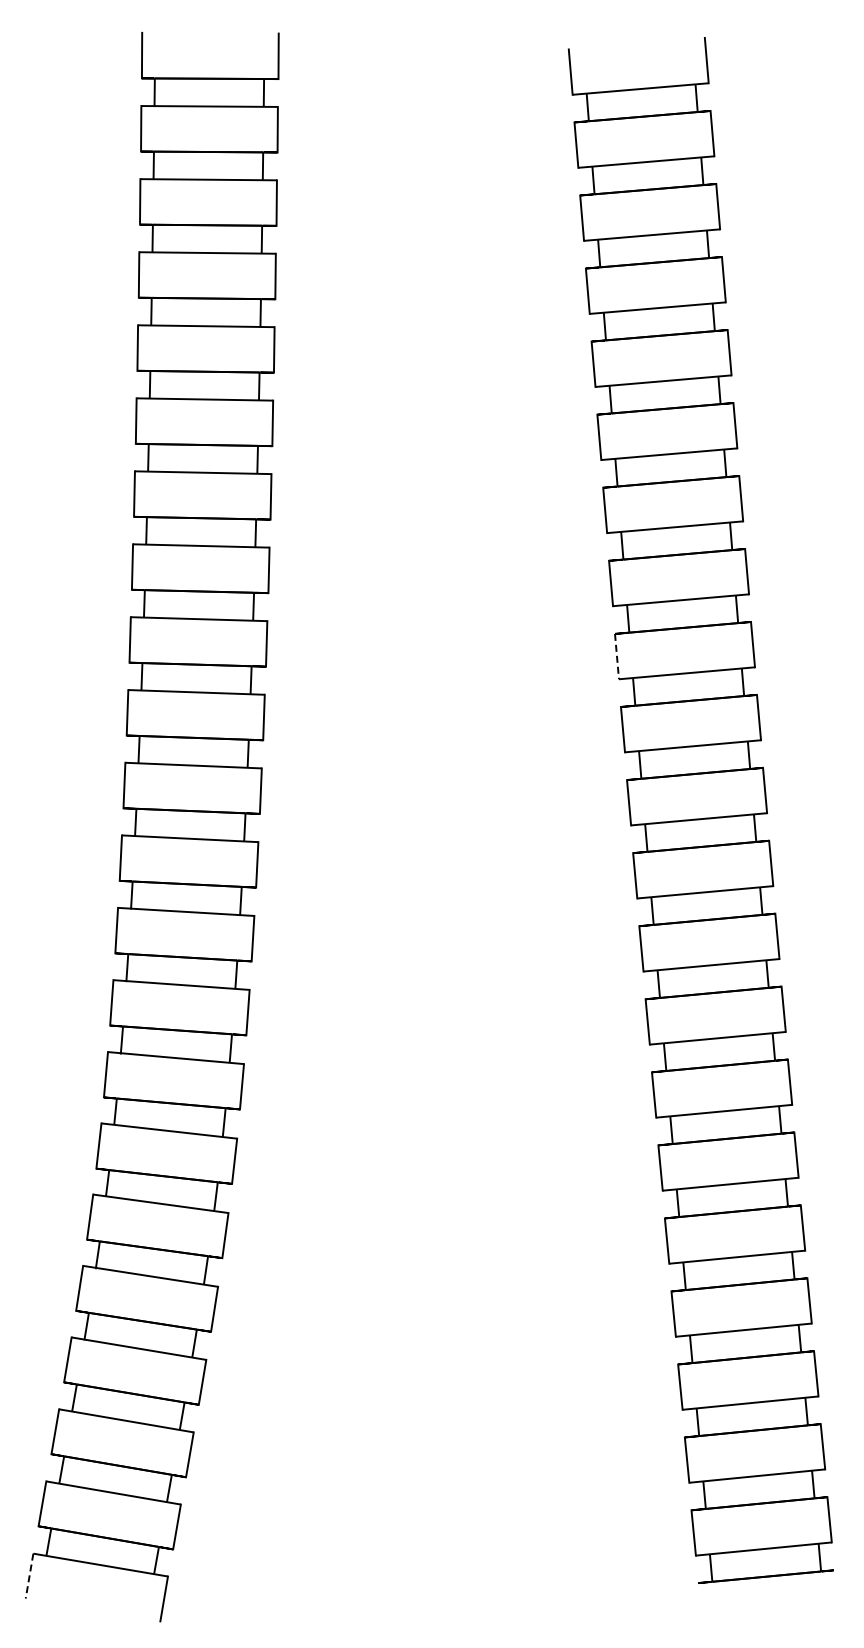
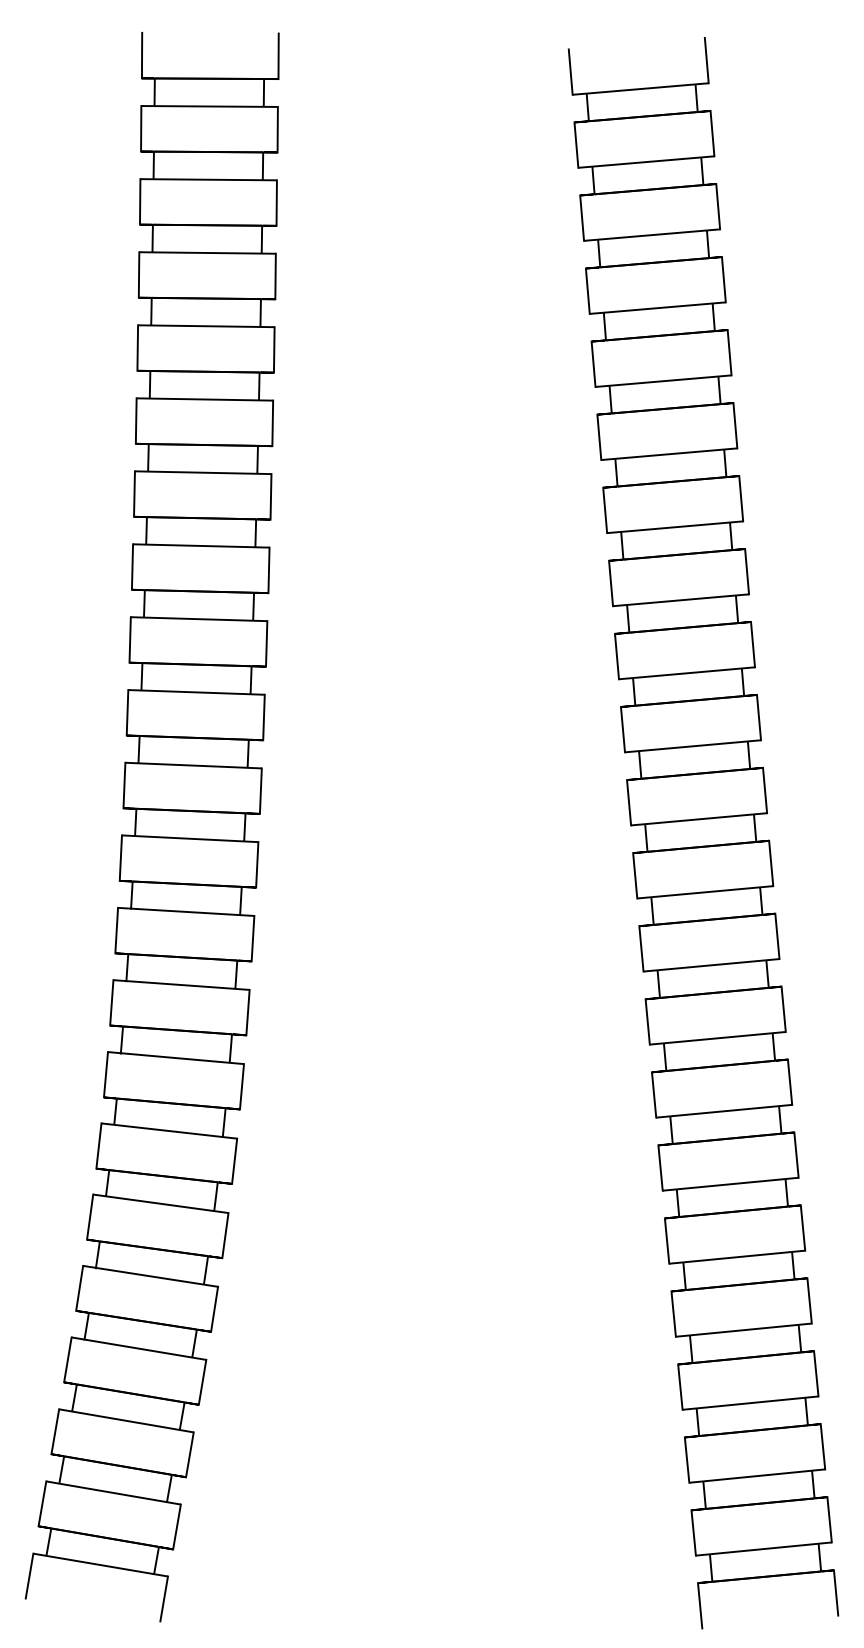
line at (616, 656): dashed -> solid
line at (29, 1576): dashed -> solid
line at (835, 1592): none -> present
line at (700, 1605): none -> present
